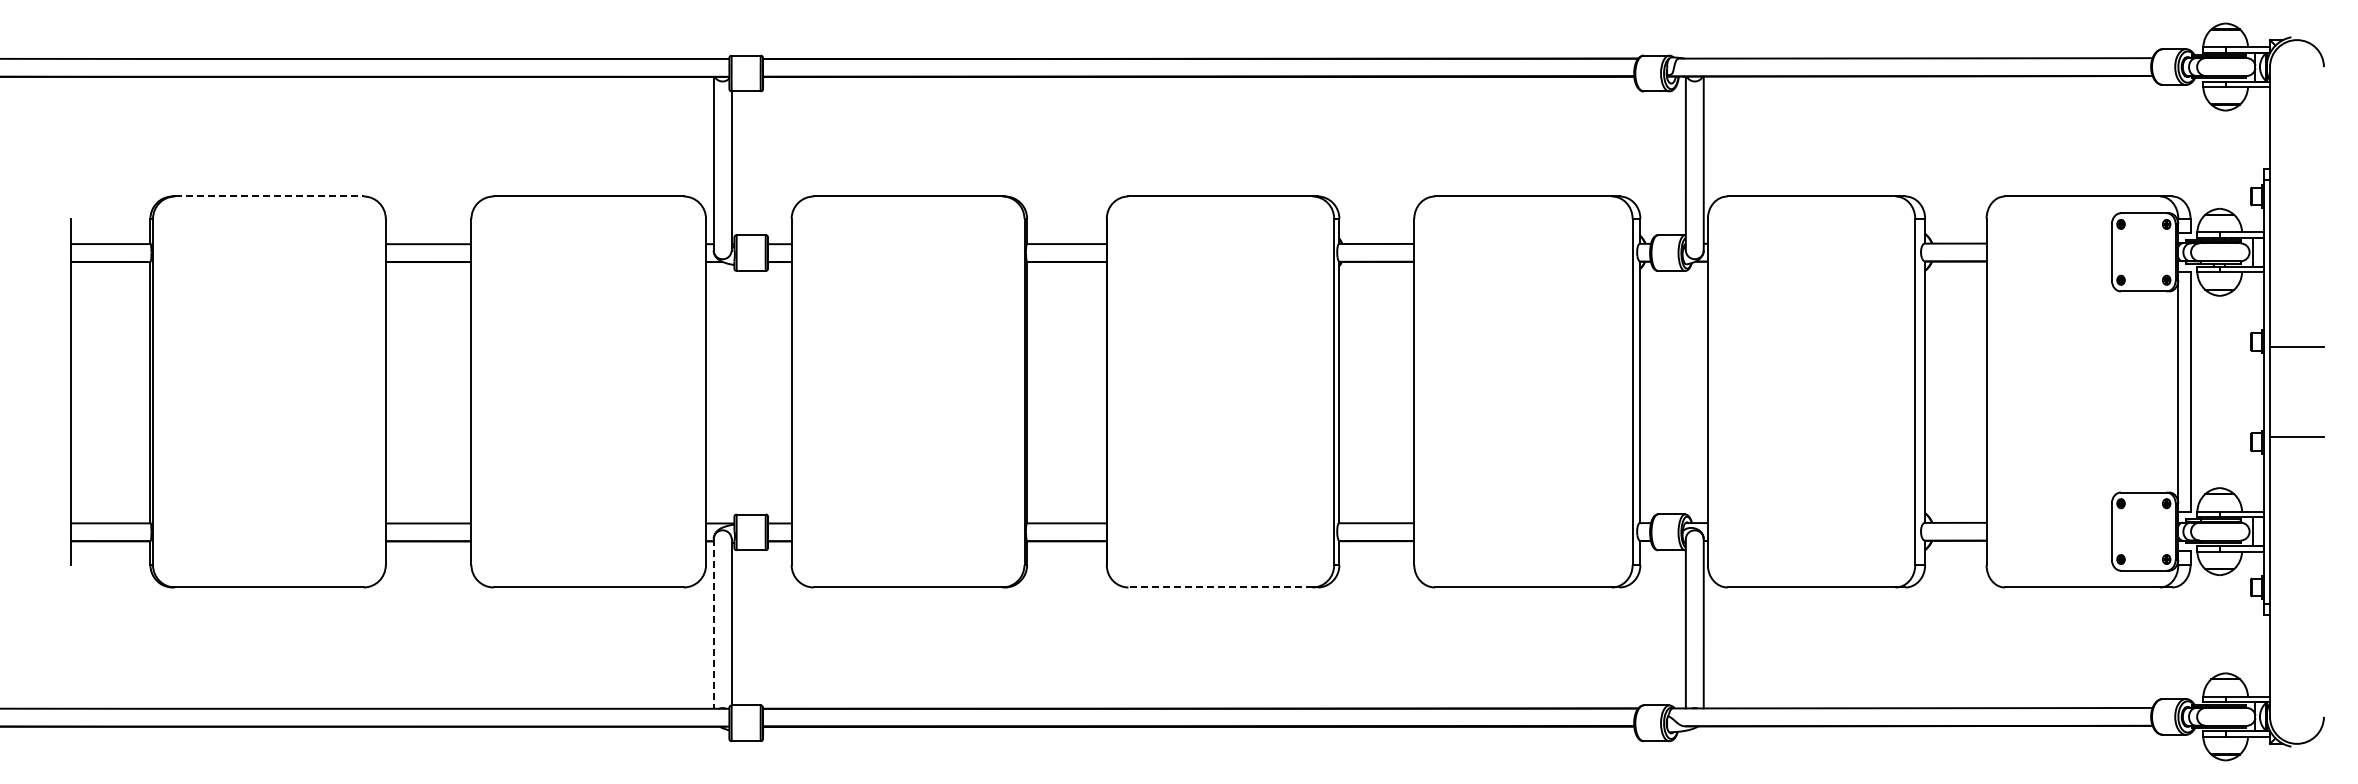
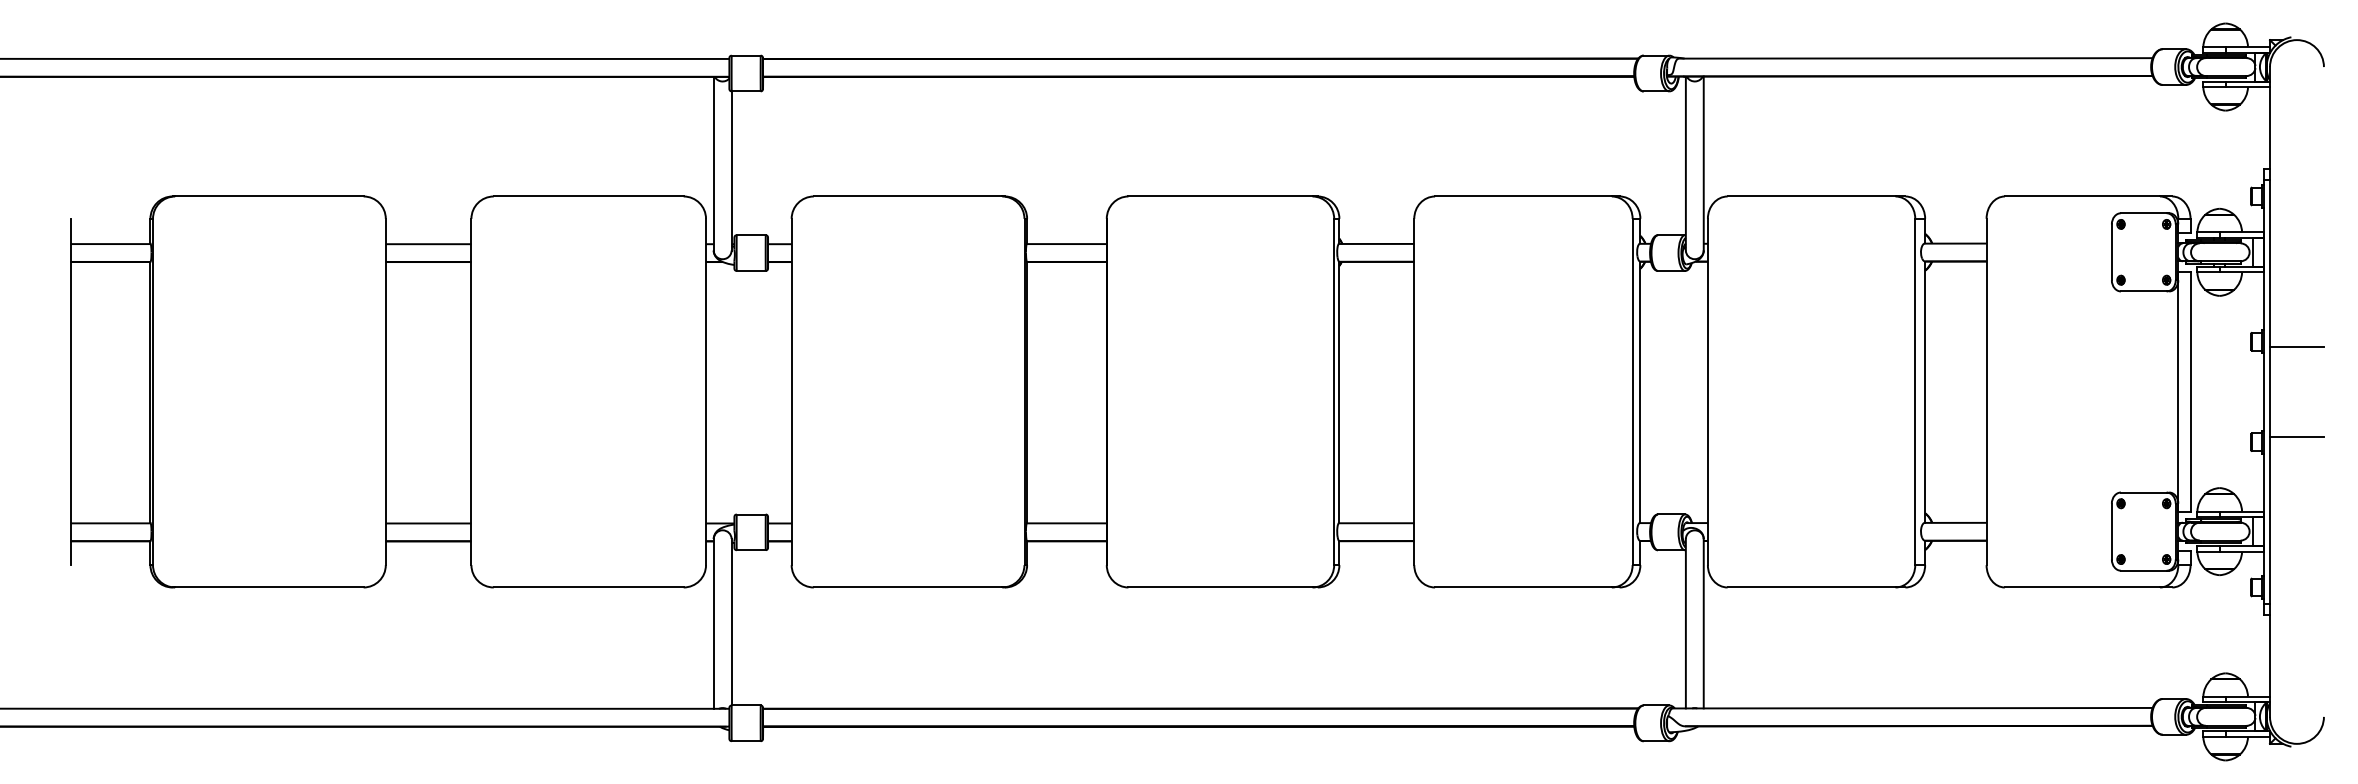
line at (269, 196): dashed -> solid
line at (1219, 587): dashed -> solid
line at (713, 623): dashed -> solid
